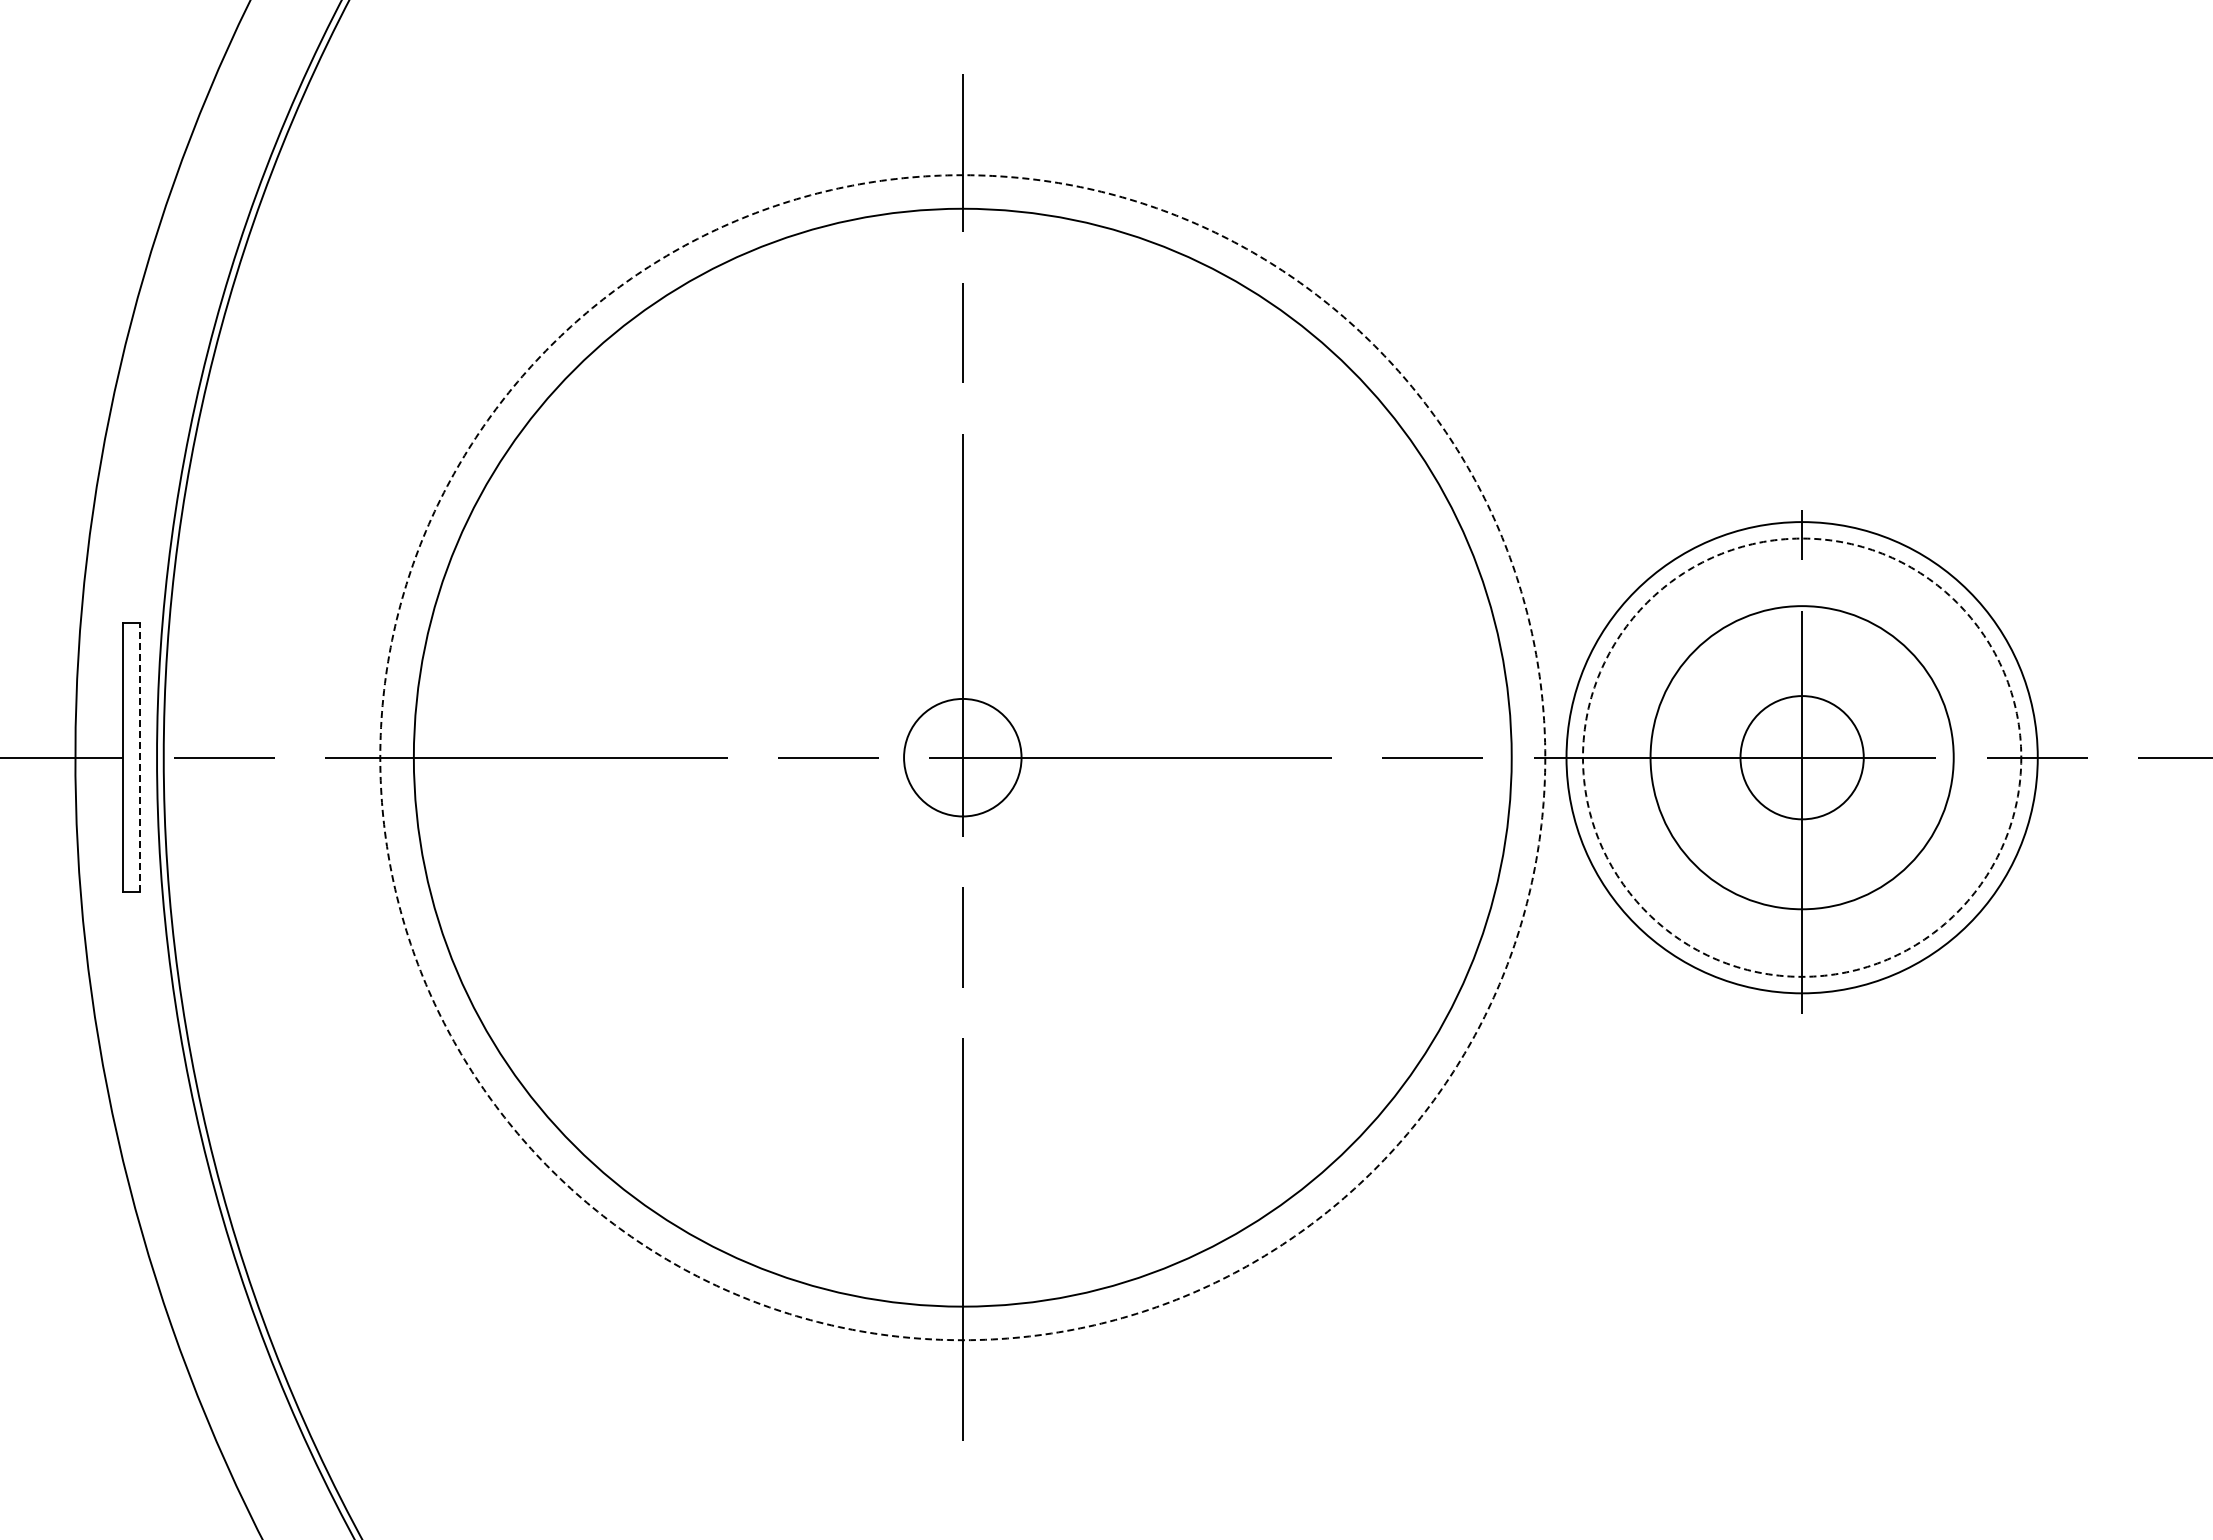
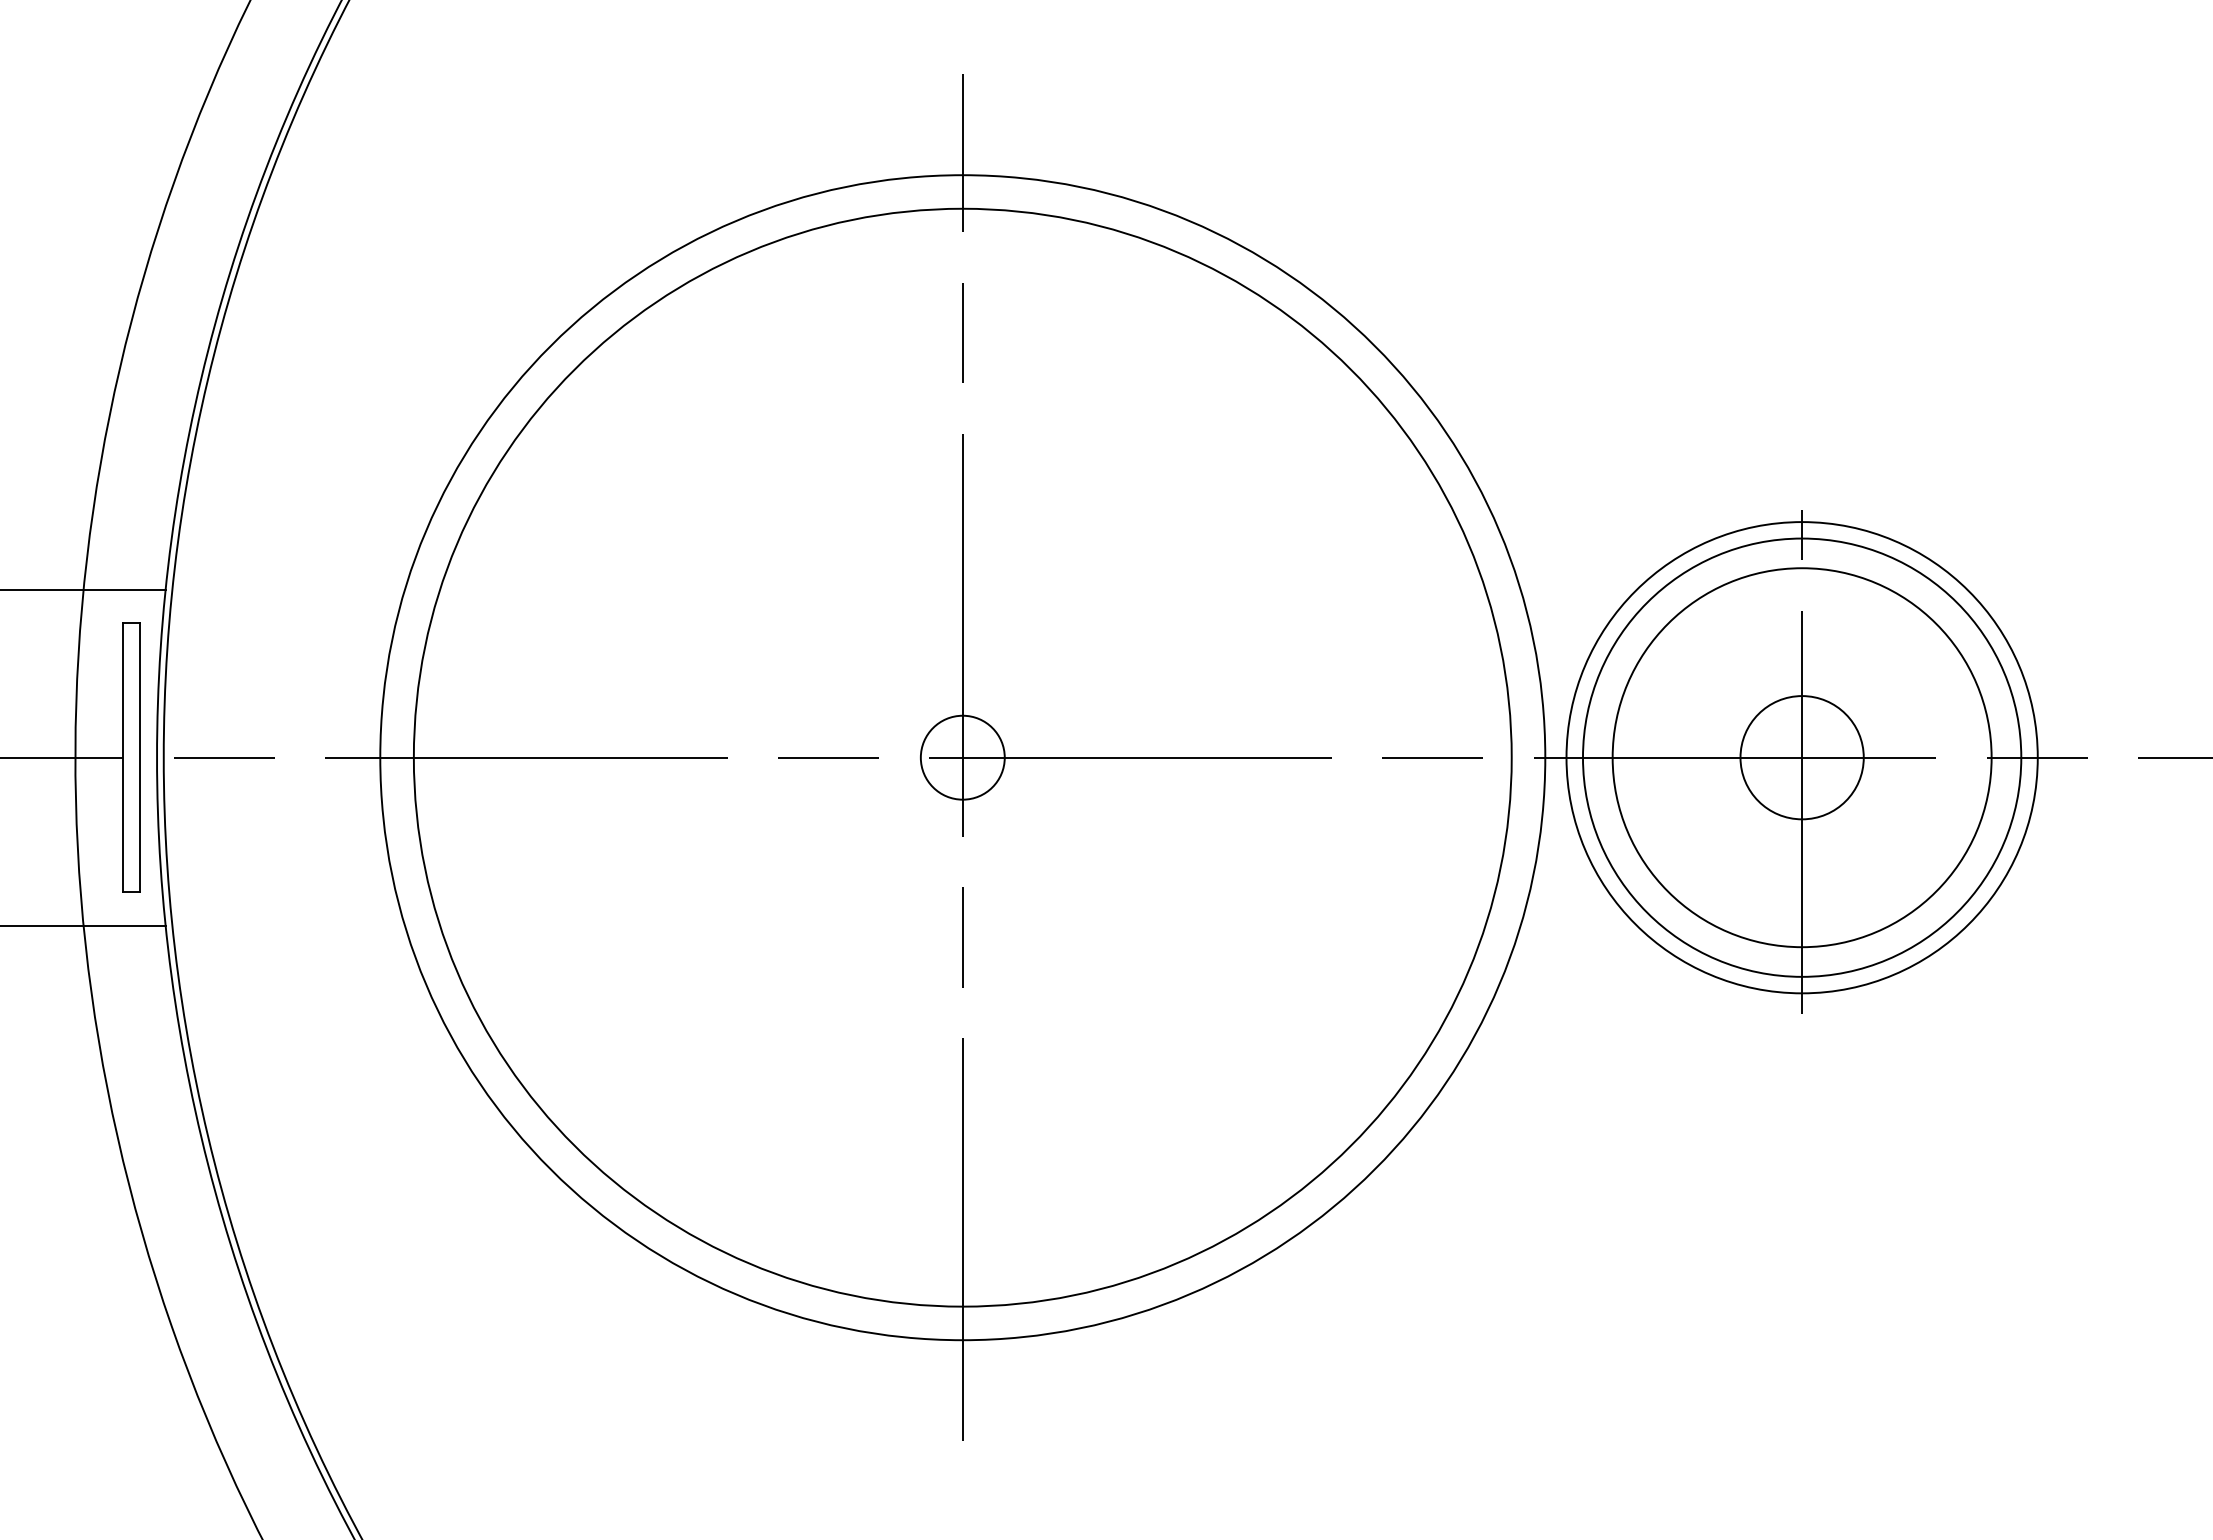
line at (83, 589): none -> present
line at (140, 757): dashed -> solid
circle at (962, 757) diameter: 118 px -> 84 px
circle at (962, 757): dashed -> solid
circle at (1801, 757) diameter: 303 px -> 379 px
circle at (1801, 757): dashed -> solid
line at (83, 925): none -> present
